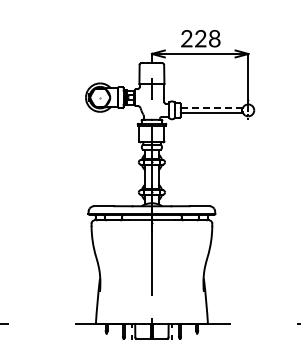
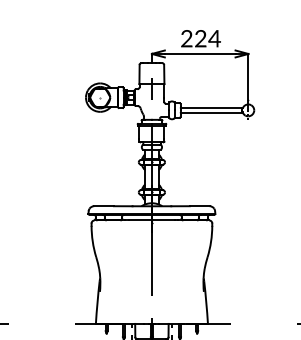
text at (214, 38): 228 -> 224
line at (212, 108): dashed -> solid
